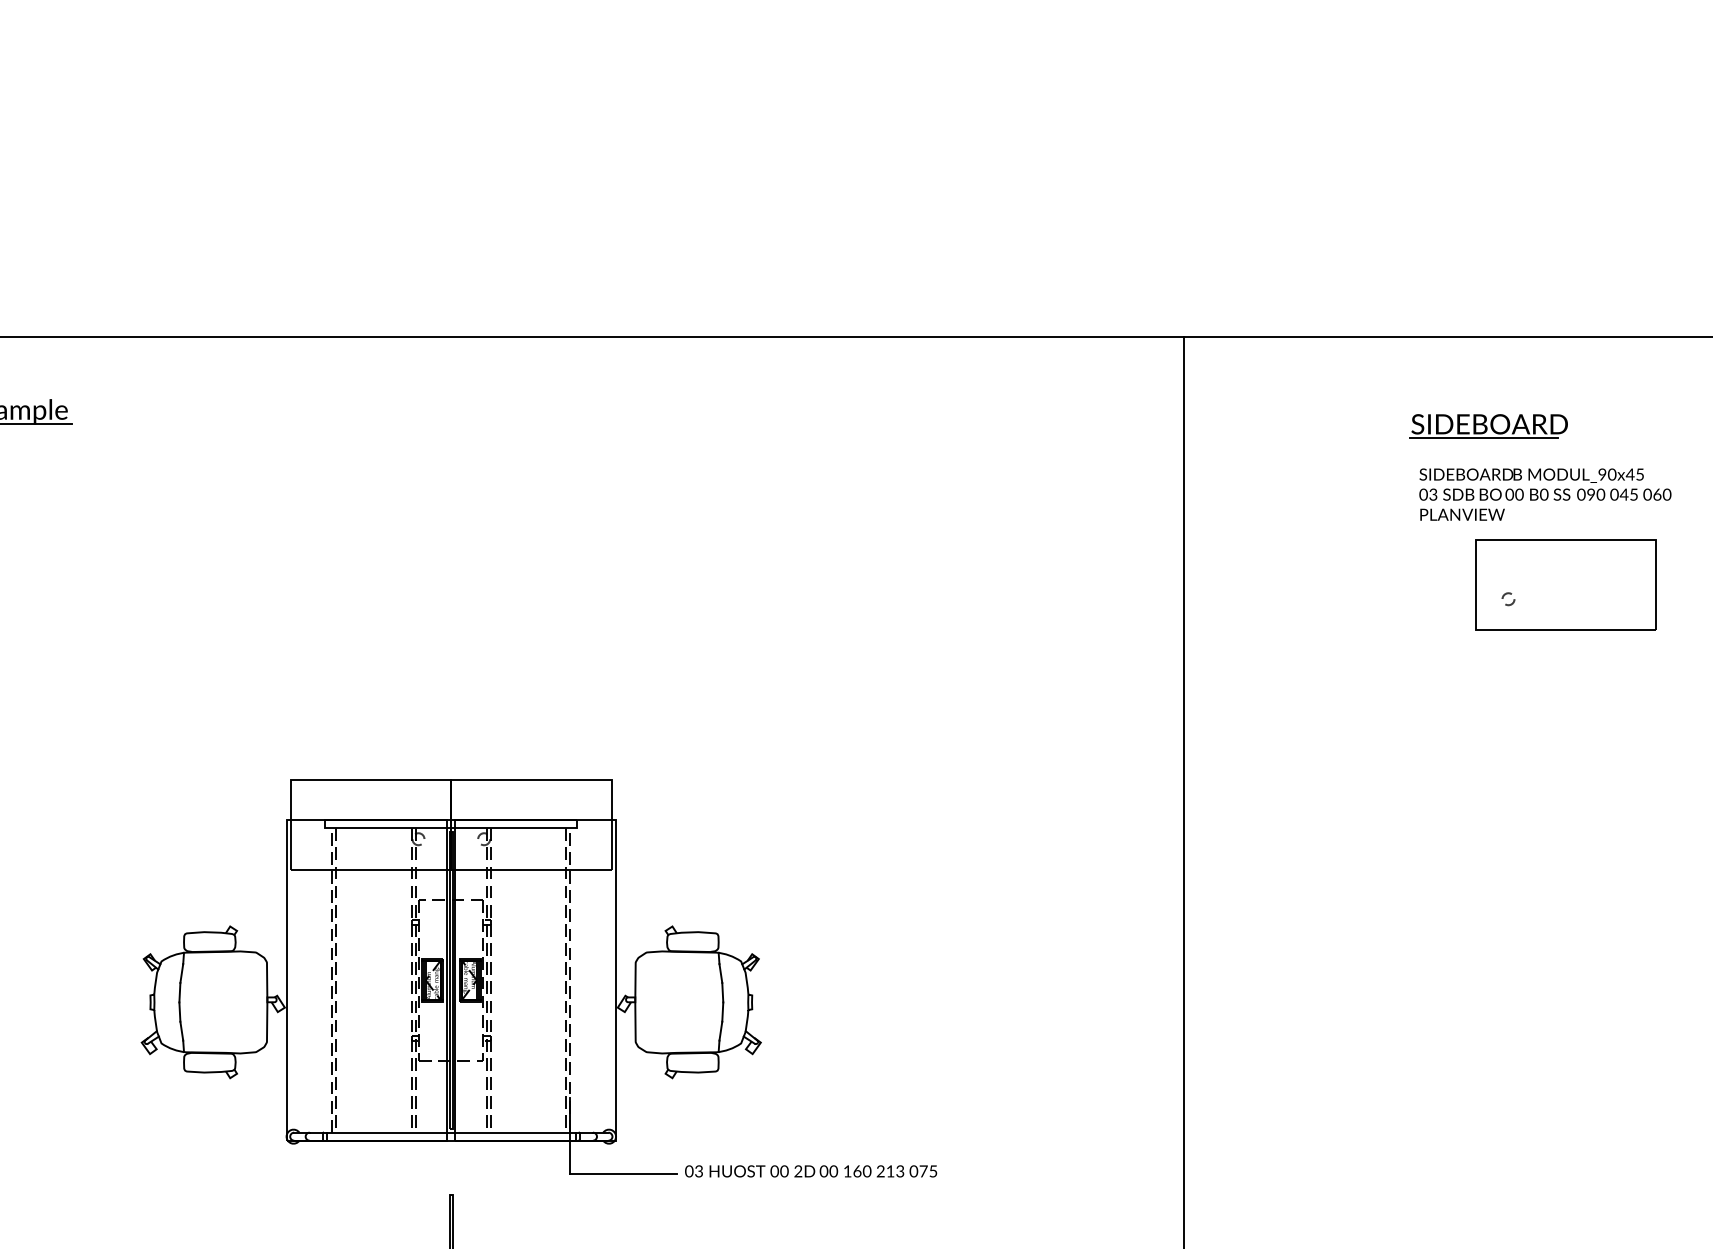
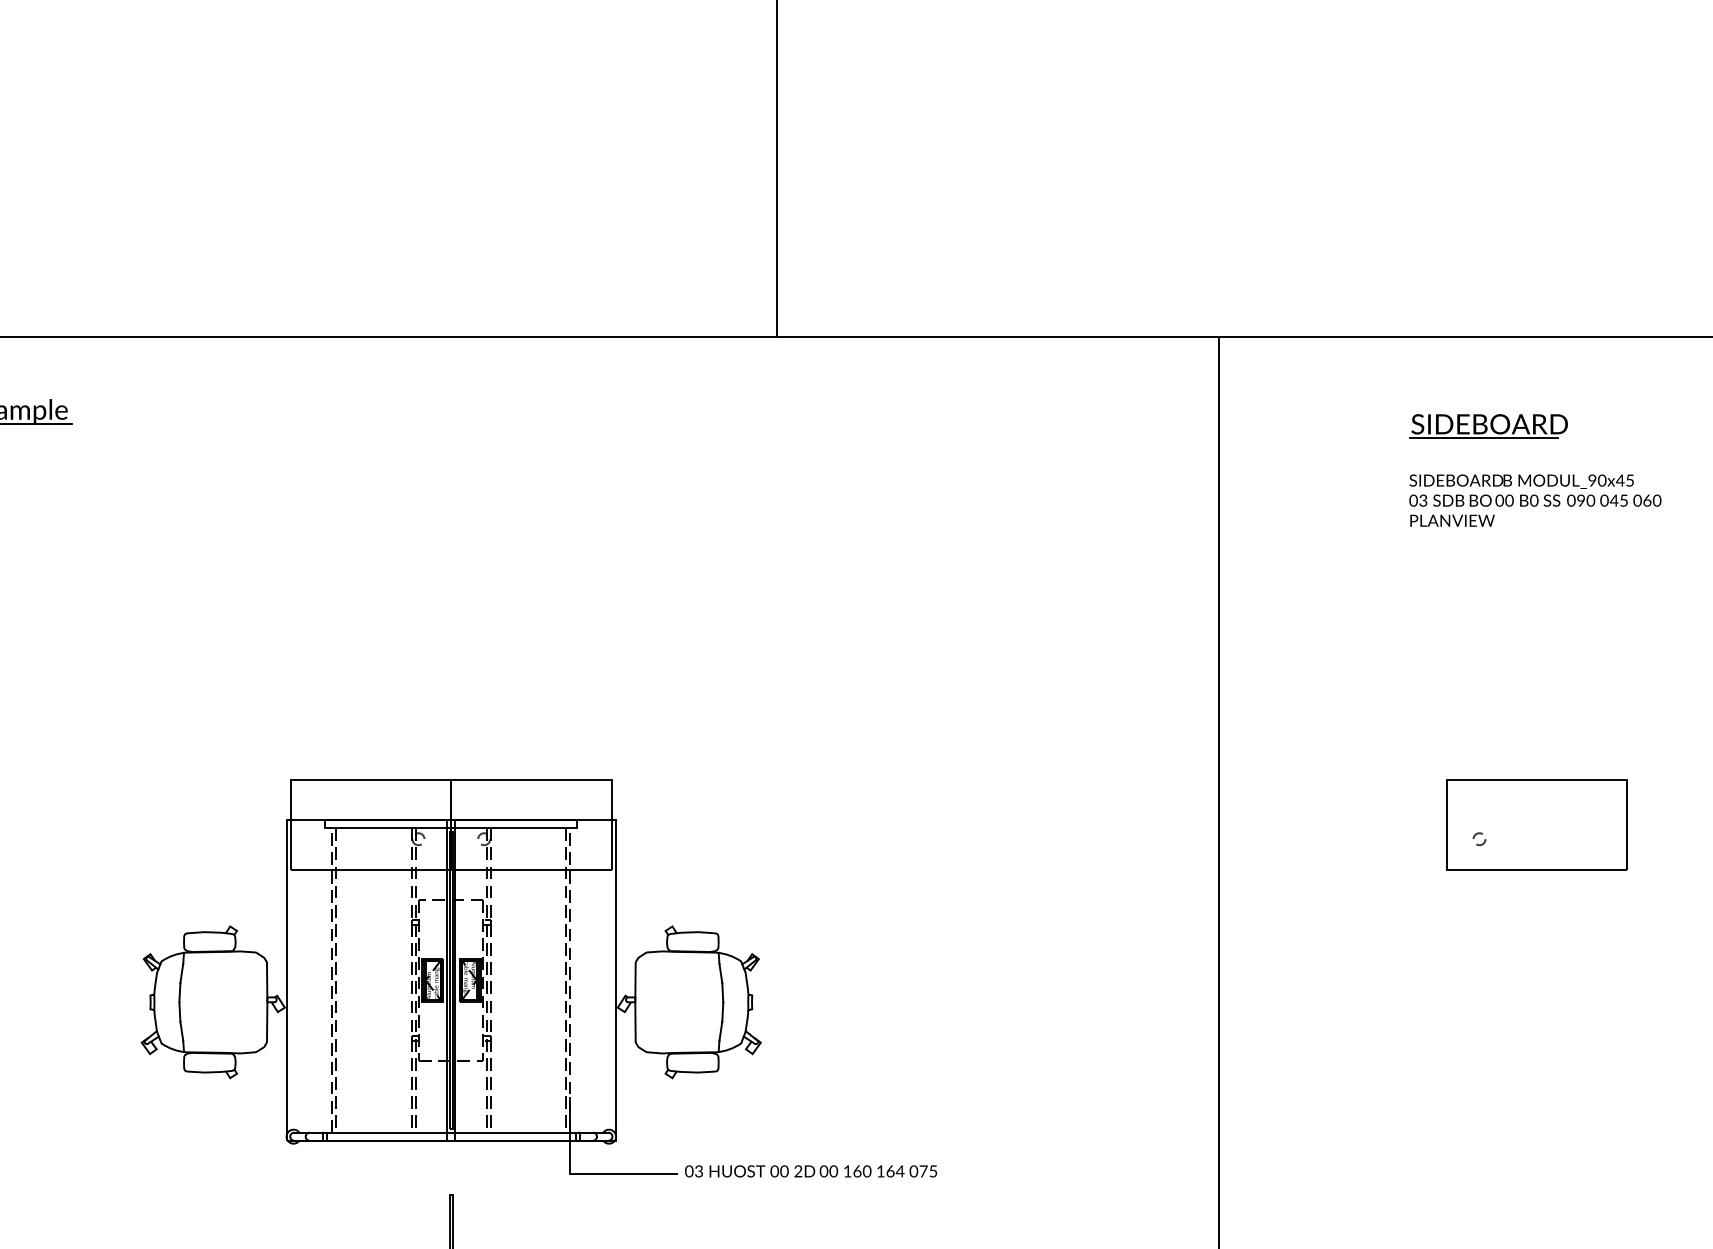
line at (776, 169): none -> present
text at (1545, 494) position: (1545, 494) -> (1535, 500)
part at (1565, 584) position: (1565, 584) -> (1536, 824)
line at (1184, 790) position: (1184, 790) -> (1219, 790)
text at (890, 1171): 213 -> 164
